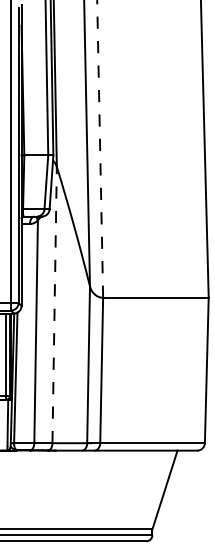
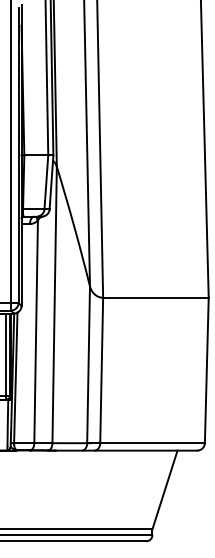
line at (100, 148): dashed -> solid
line at (54, 304): dashed -> solid
